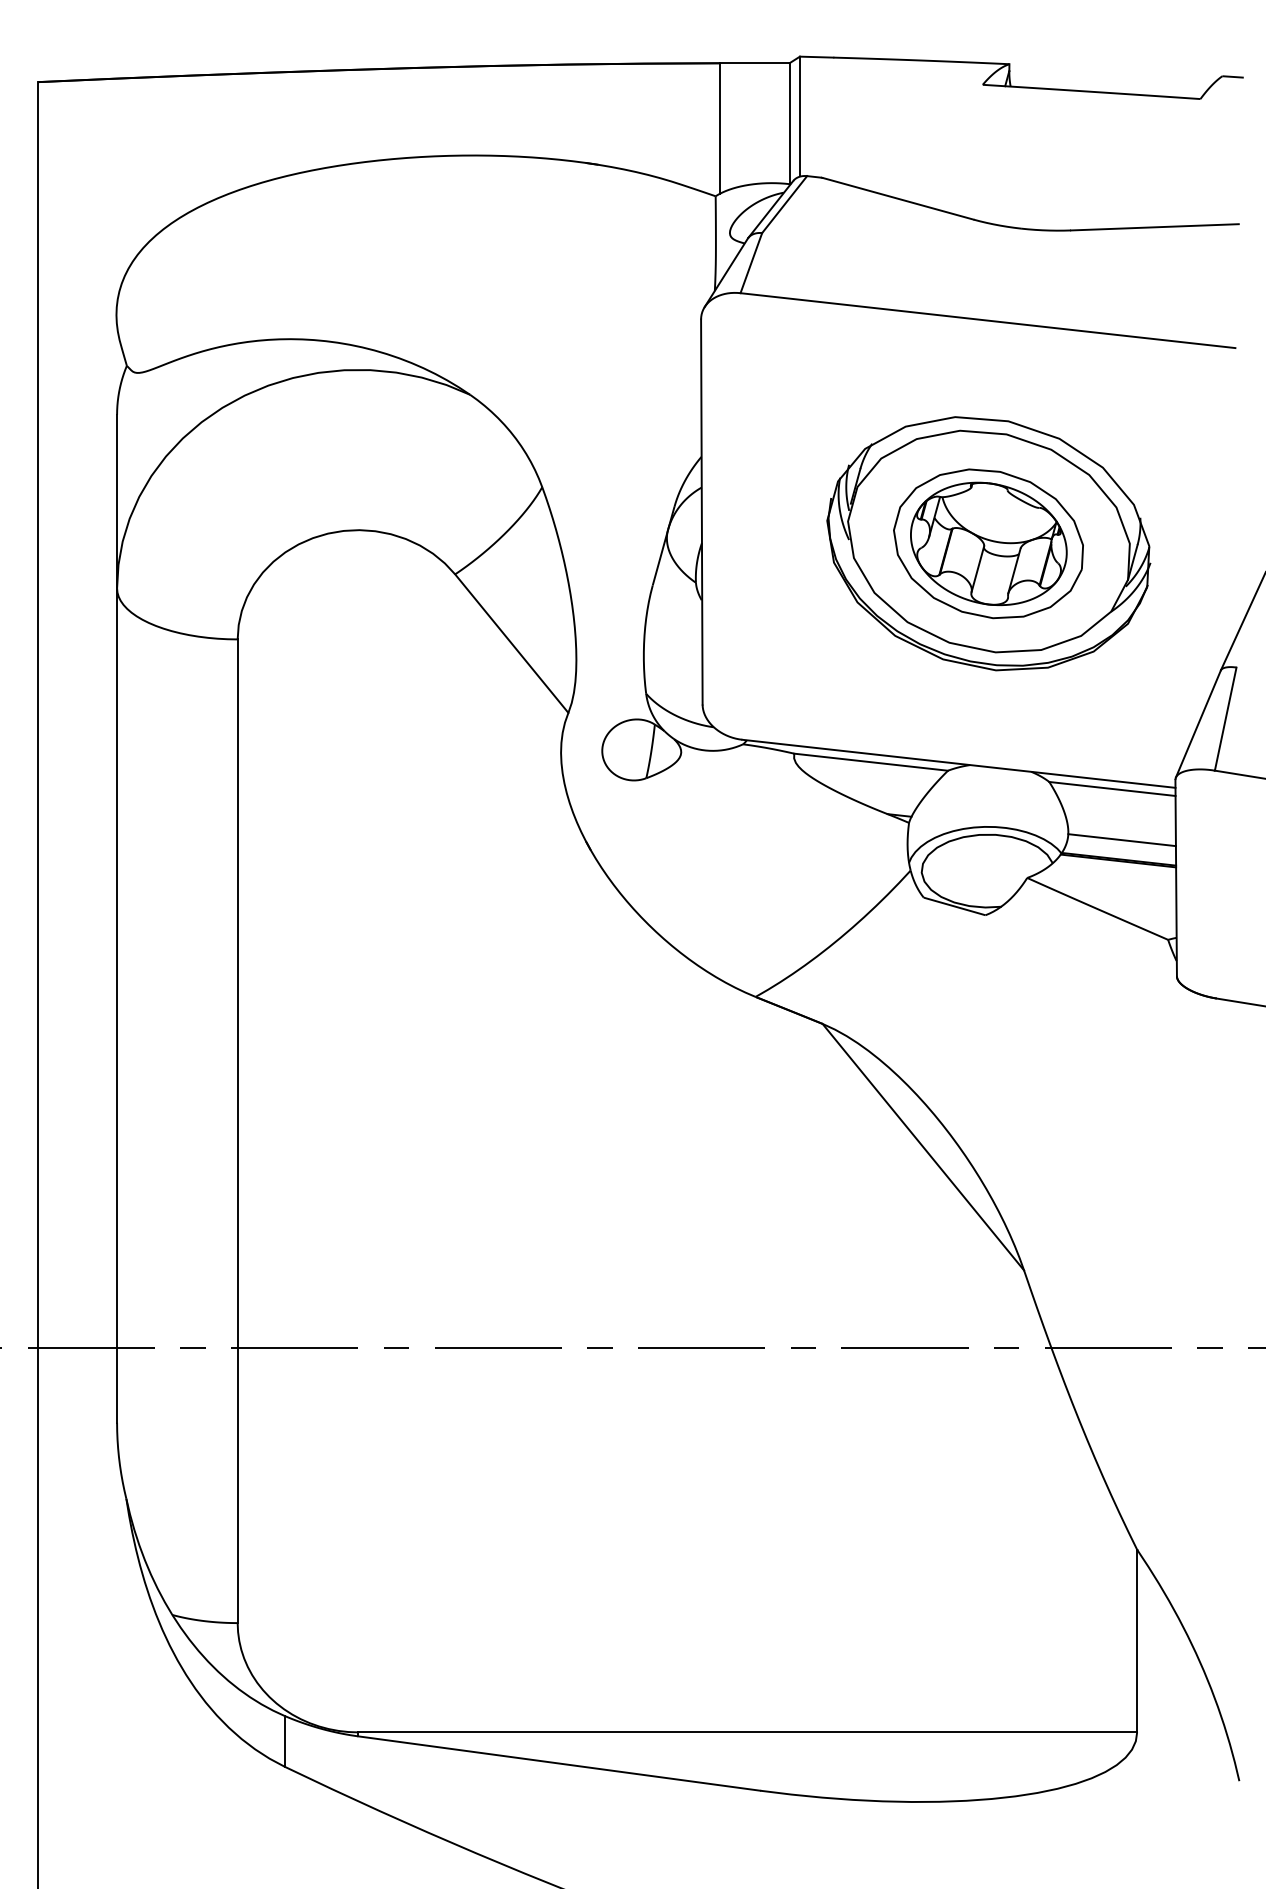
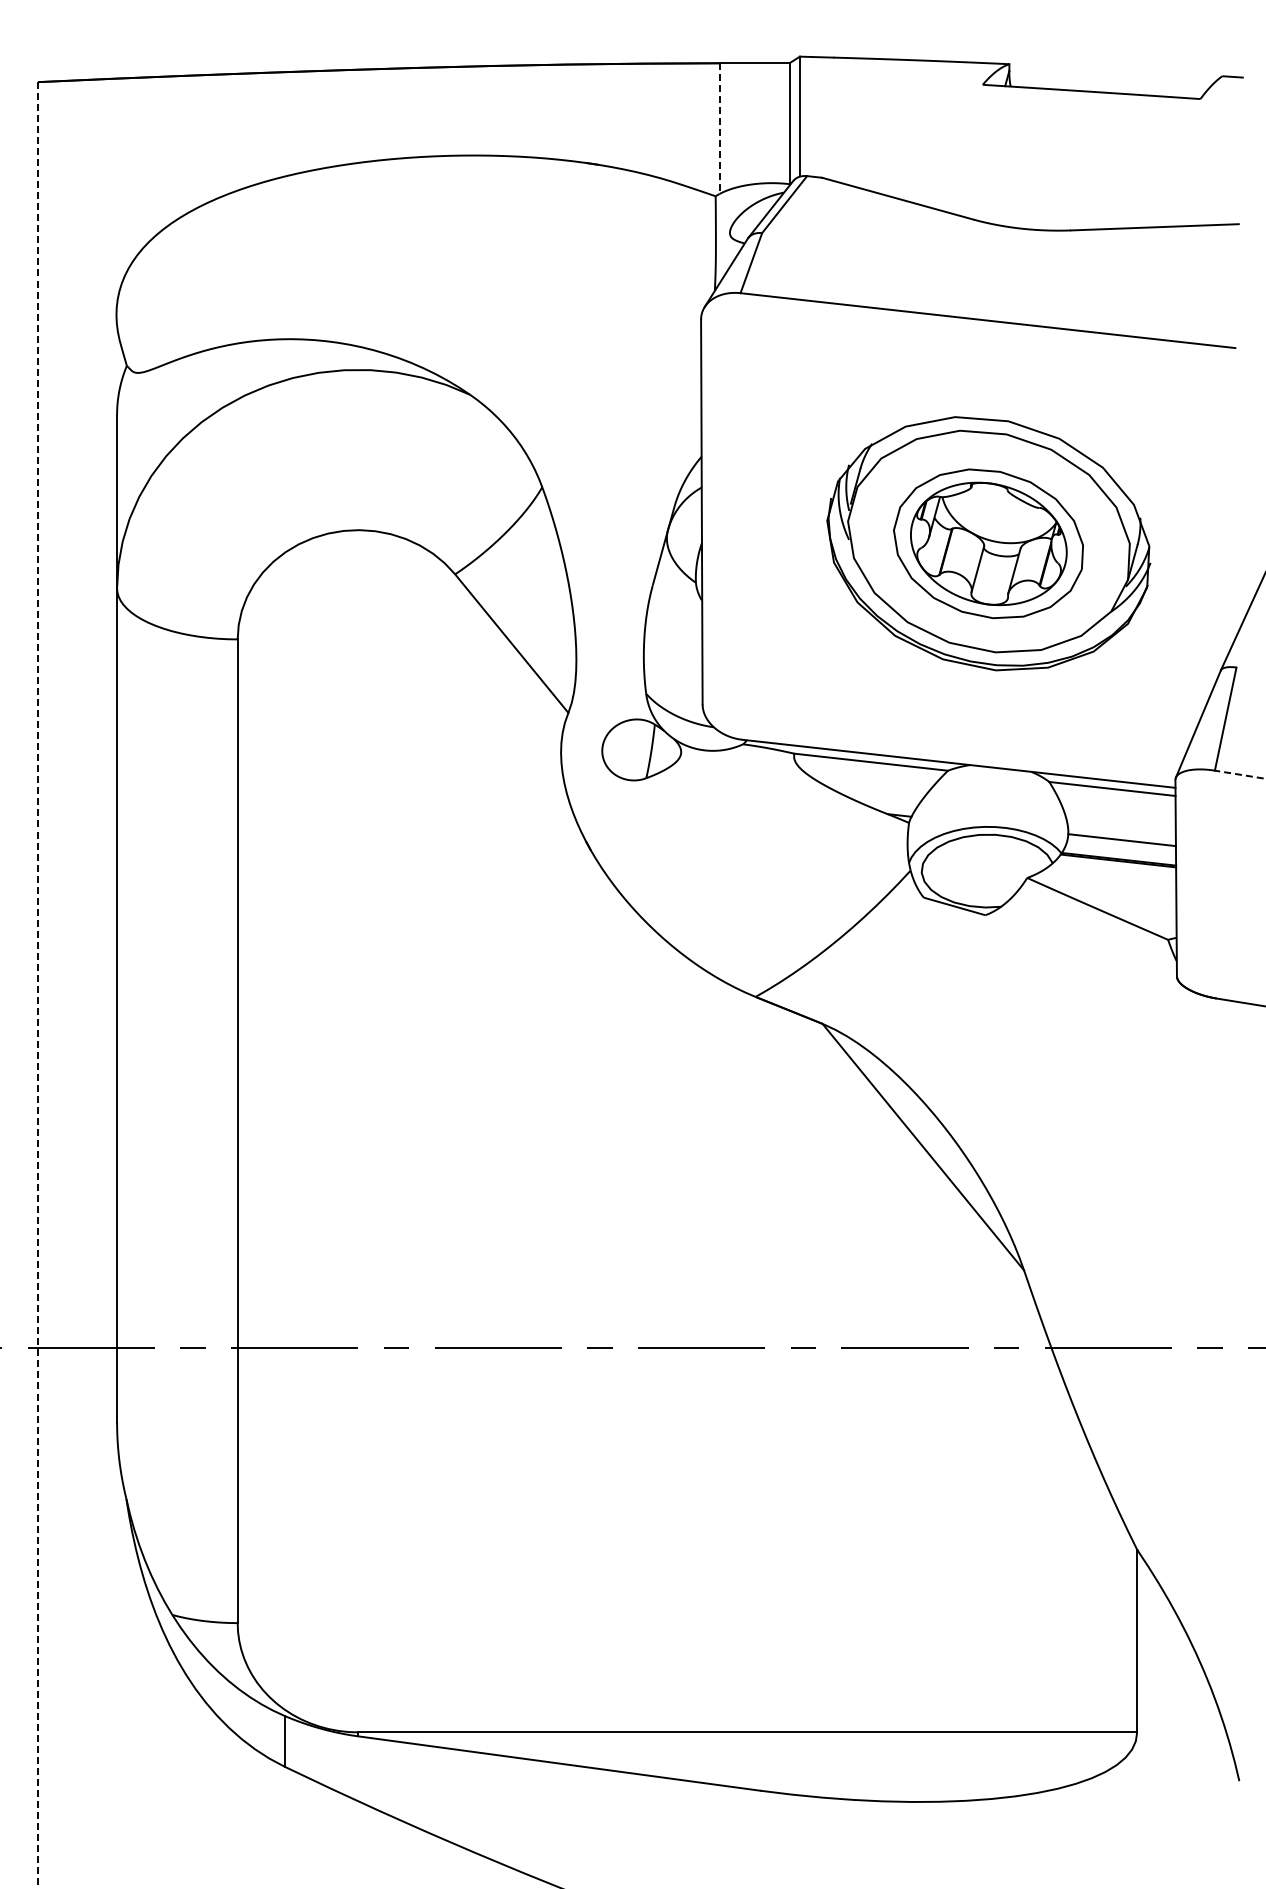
line at (719, 129): solid -> dashed
line at (1239, 774): solid -> dashed
line at (38, 986): solid -> dashed
